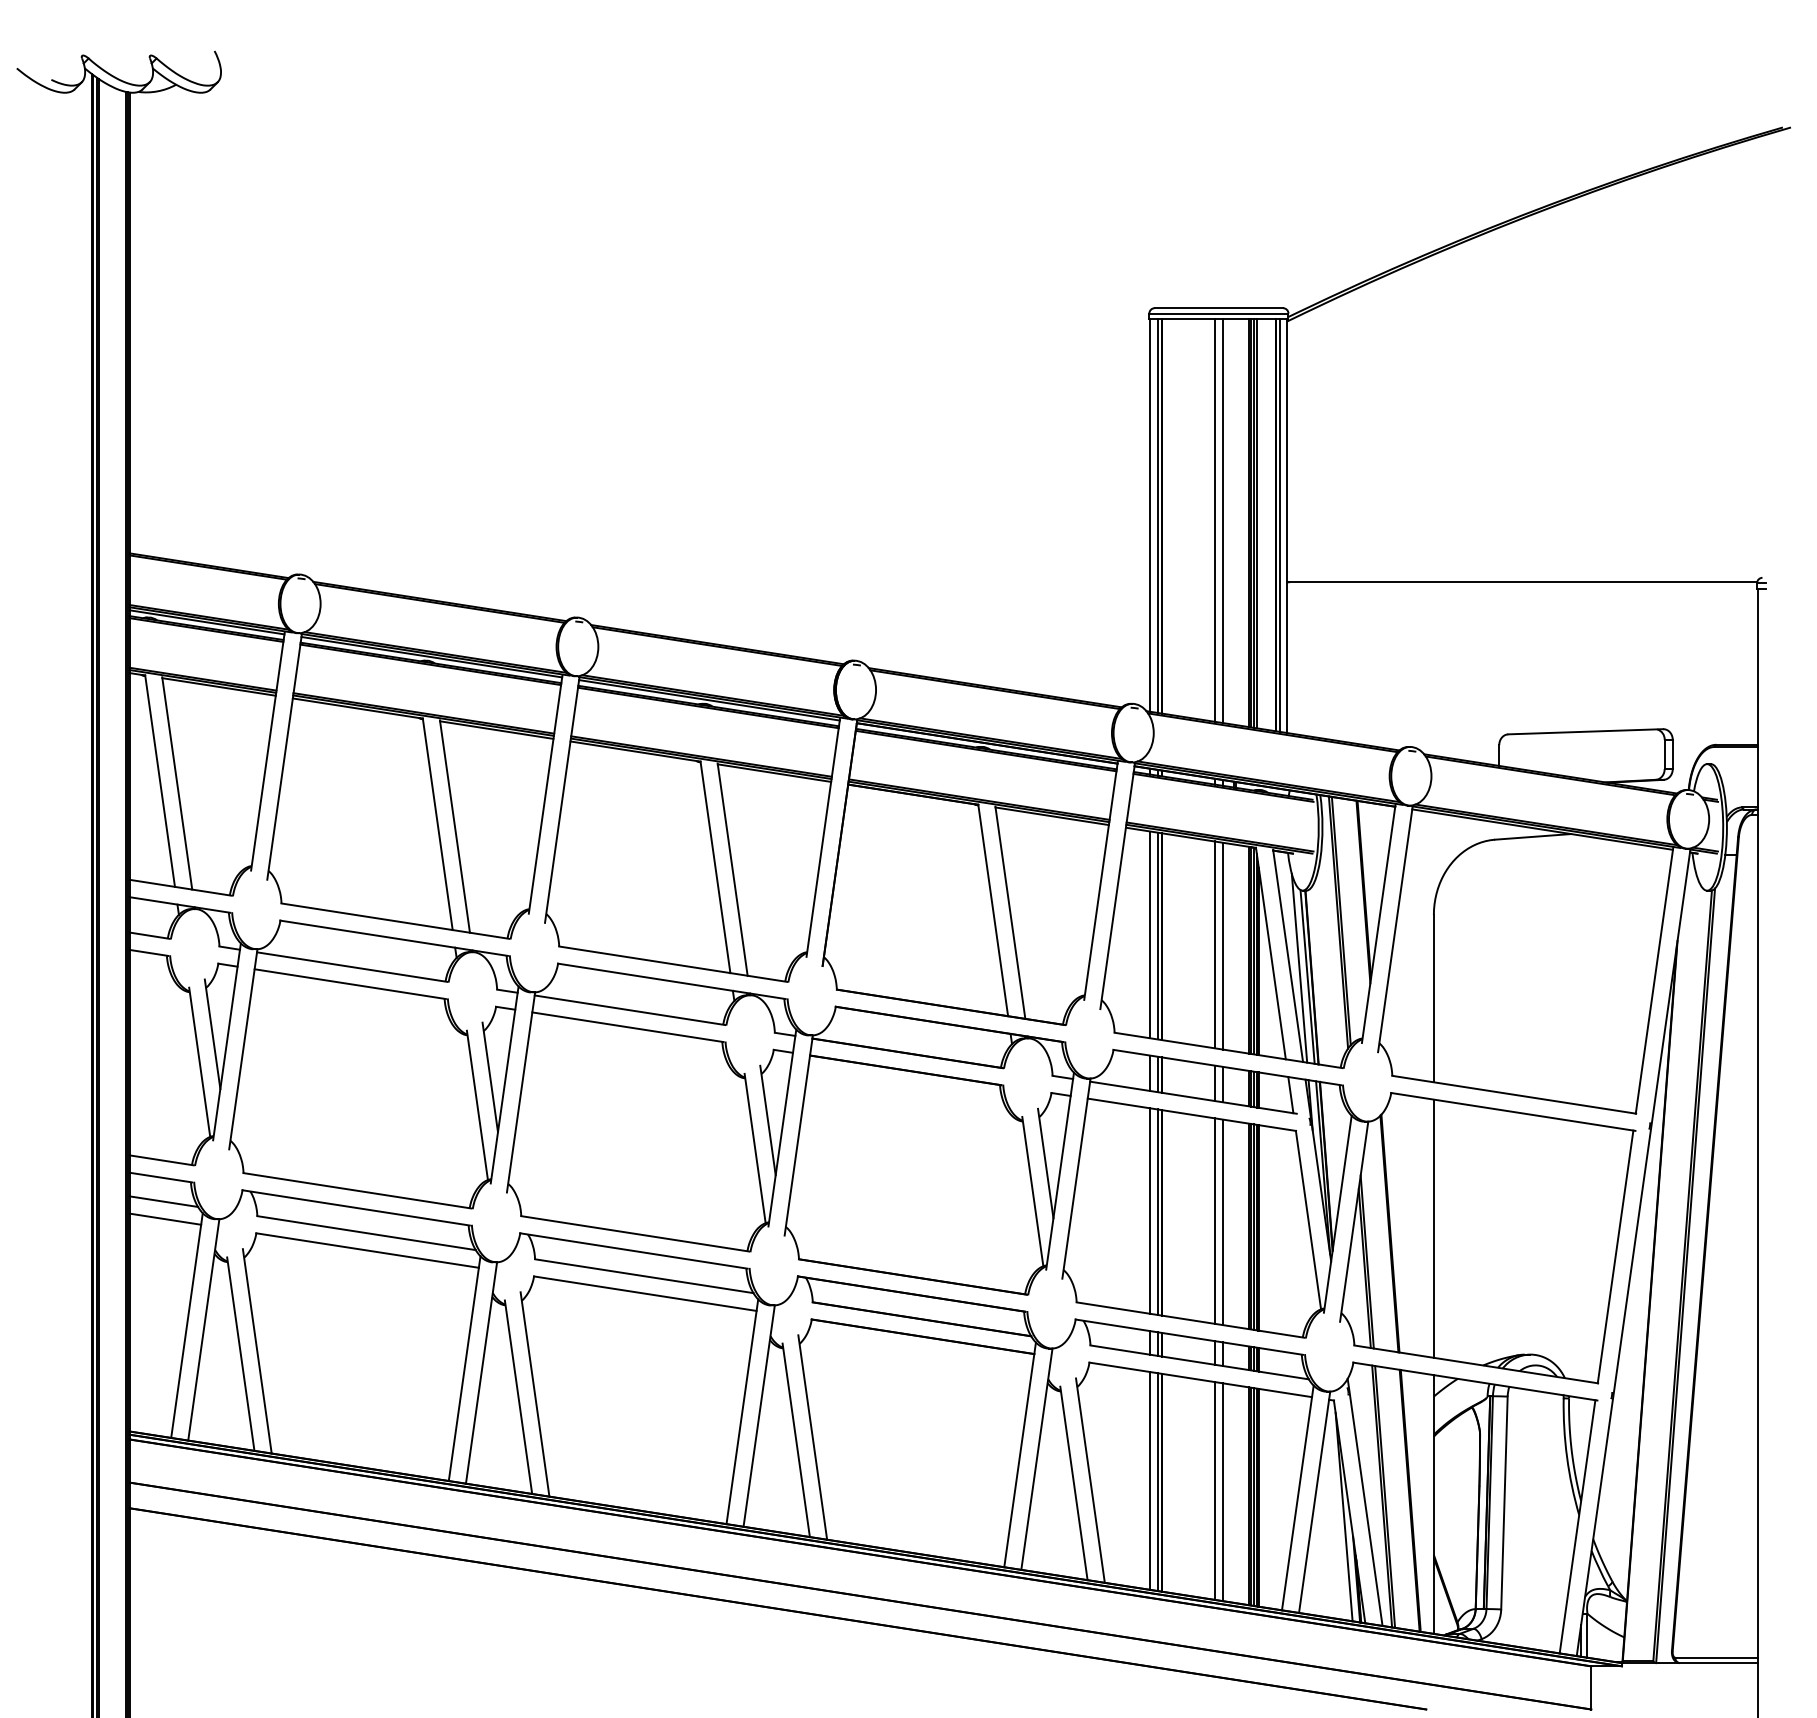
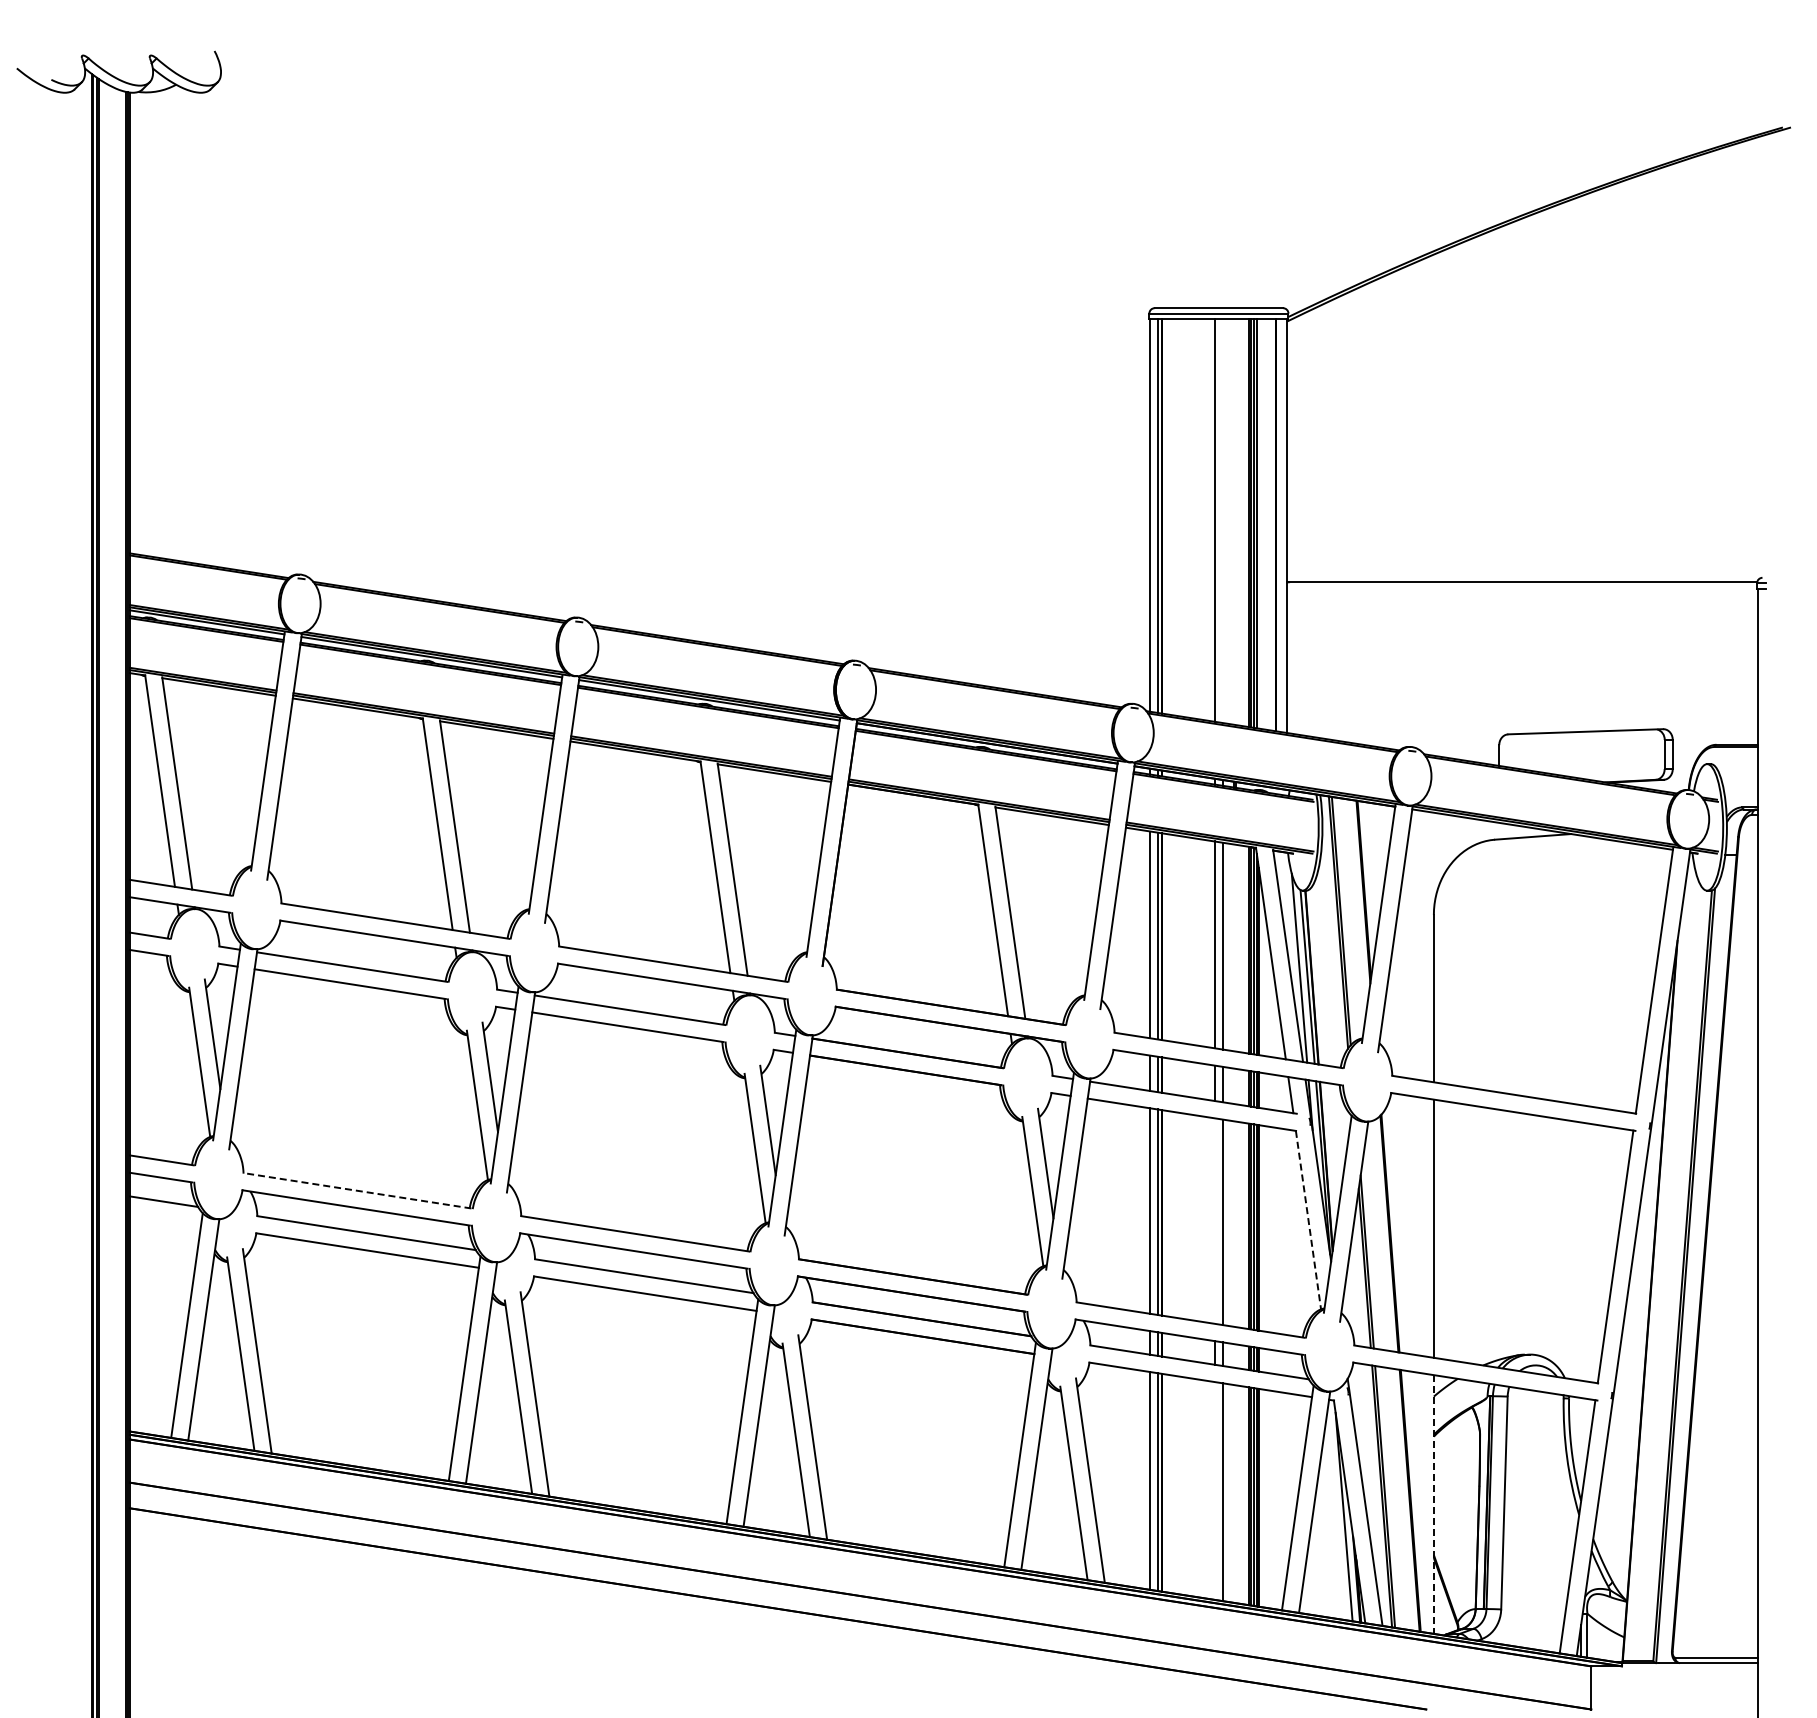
line at (1223, 520): present -> none
line at (1280, 524): present -> none
line at (357, 1190): solid -> dashed
line at (165, 1218): present -> none
line at (1214, 1220): present -> none
line at (1308, 1220): solid -> dashed
line at (1214, 1490): present -> none
line at (1433, 1505): solid -> dashed
